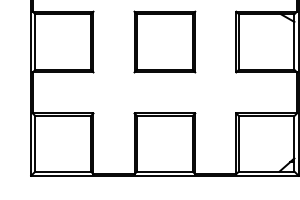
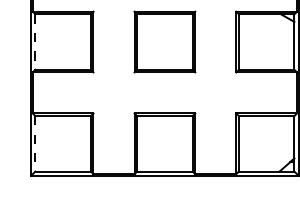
line at (35, 42): solid -> dashed
line at (35, 143): solid -> dashed
